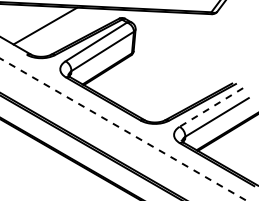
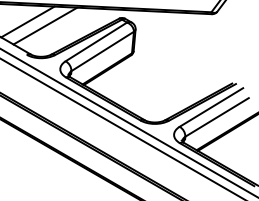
line at (28, 21): none -> present
line at (211, 107): dashed -> solid
line at (128, 123): none -> present
line at (123, 129): dashed -> solid
